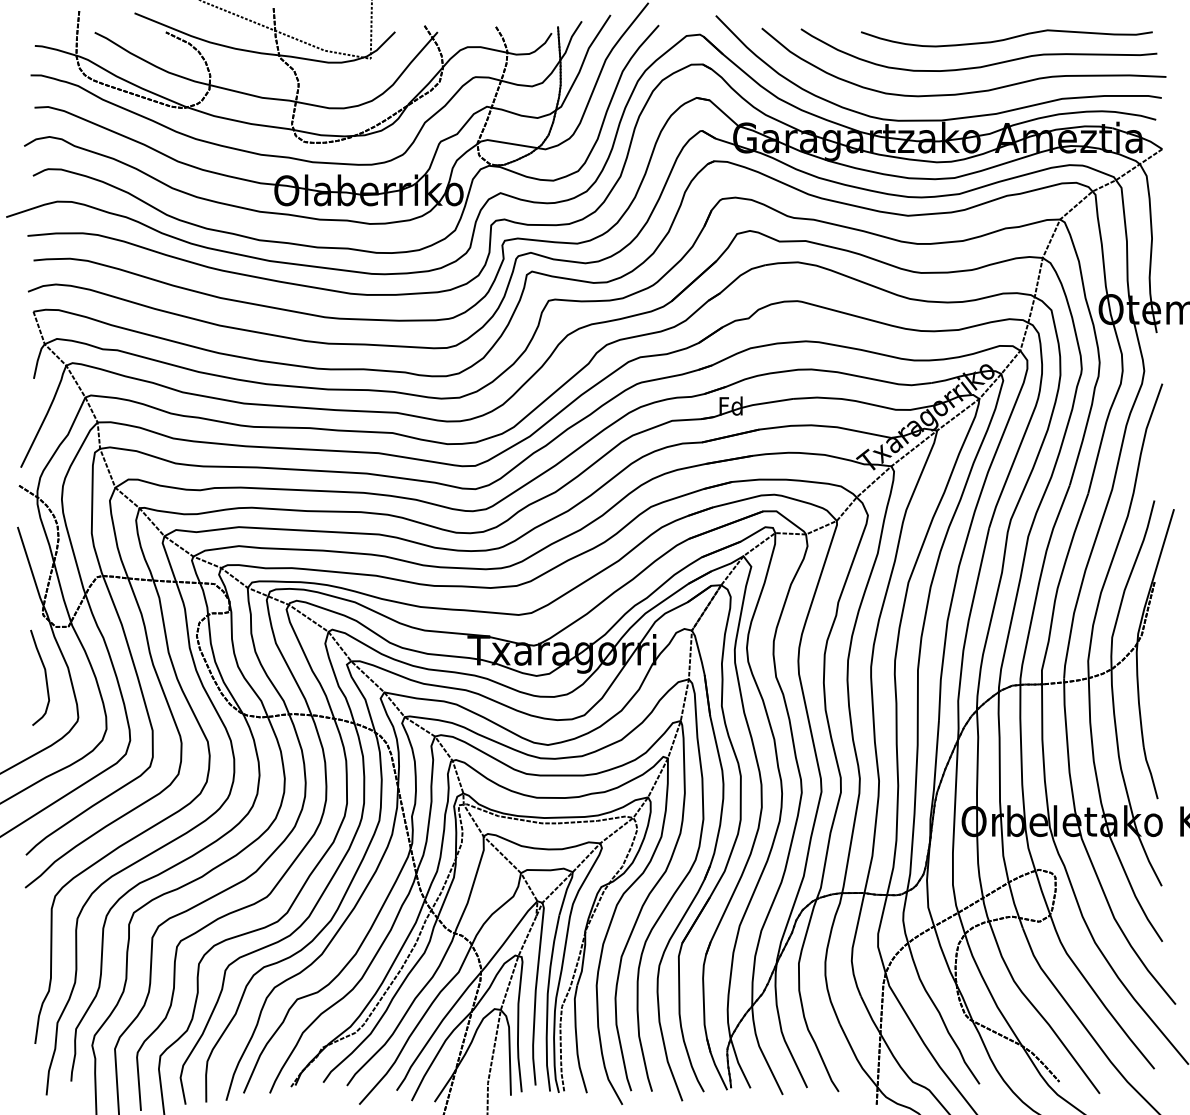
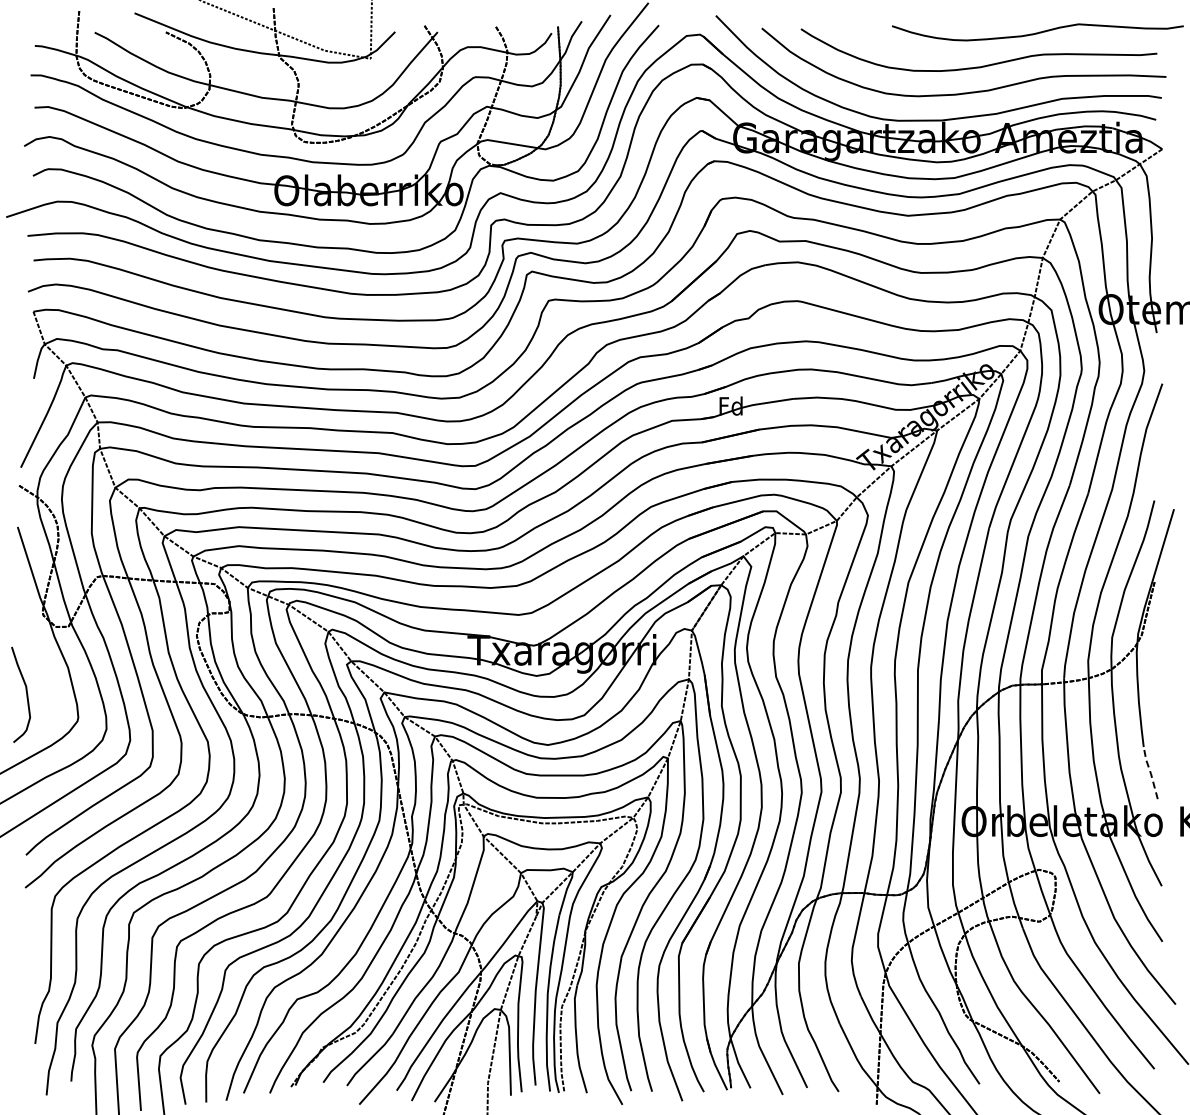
curve at (1006, 38) position: (1006, 38) -> (1037, 32)
curve at (44, 674) position: (44, 674) -> (25, 691)
line at (1150, 772): solid -> dashed
